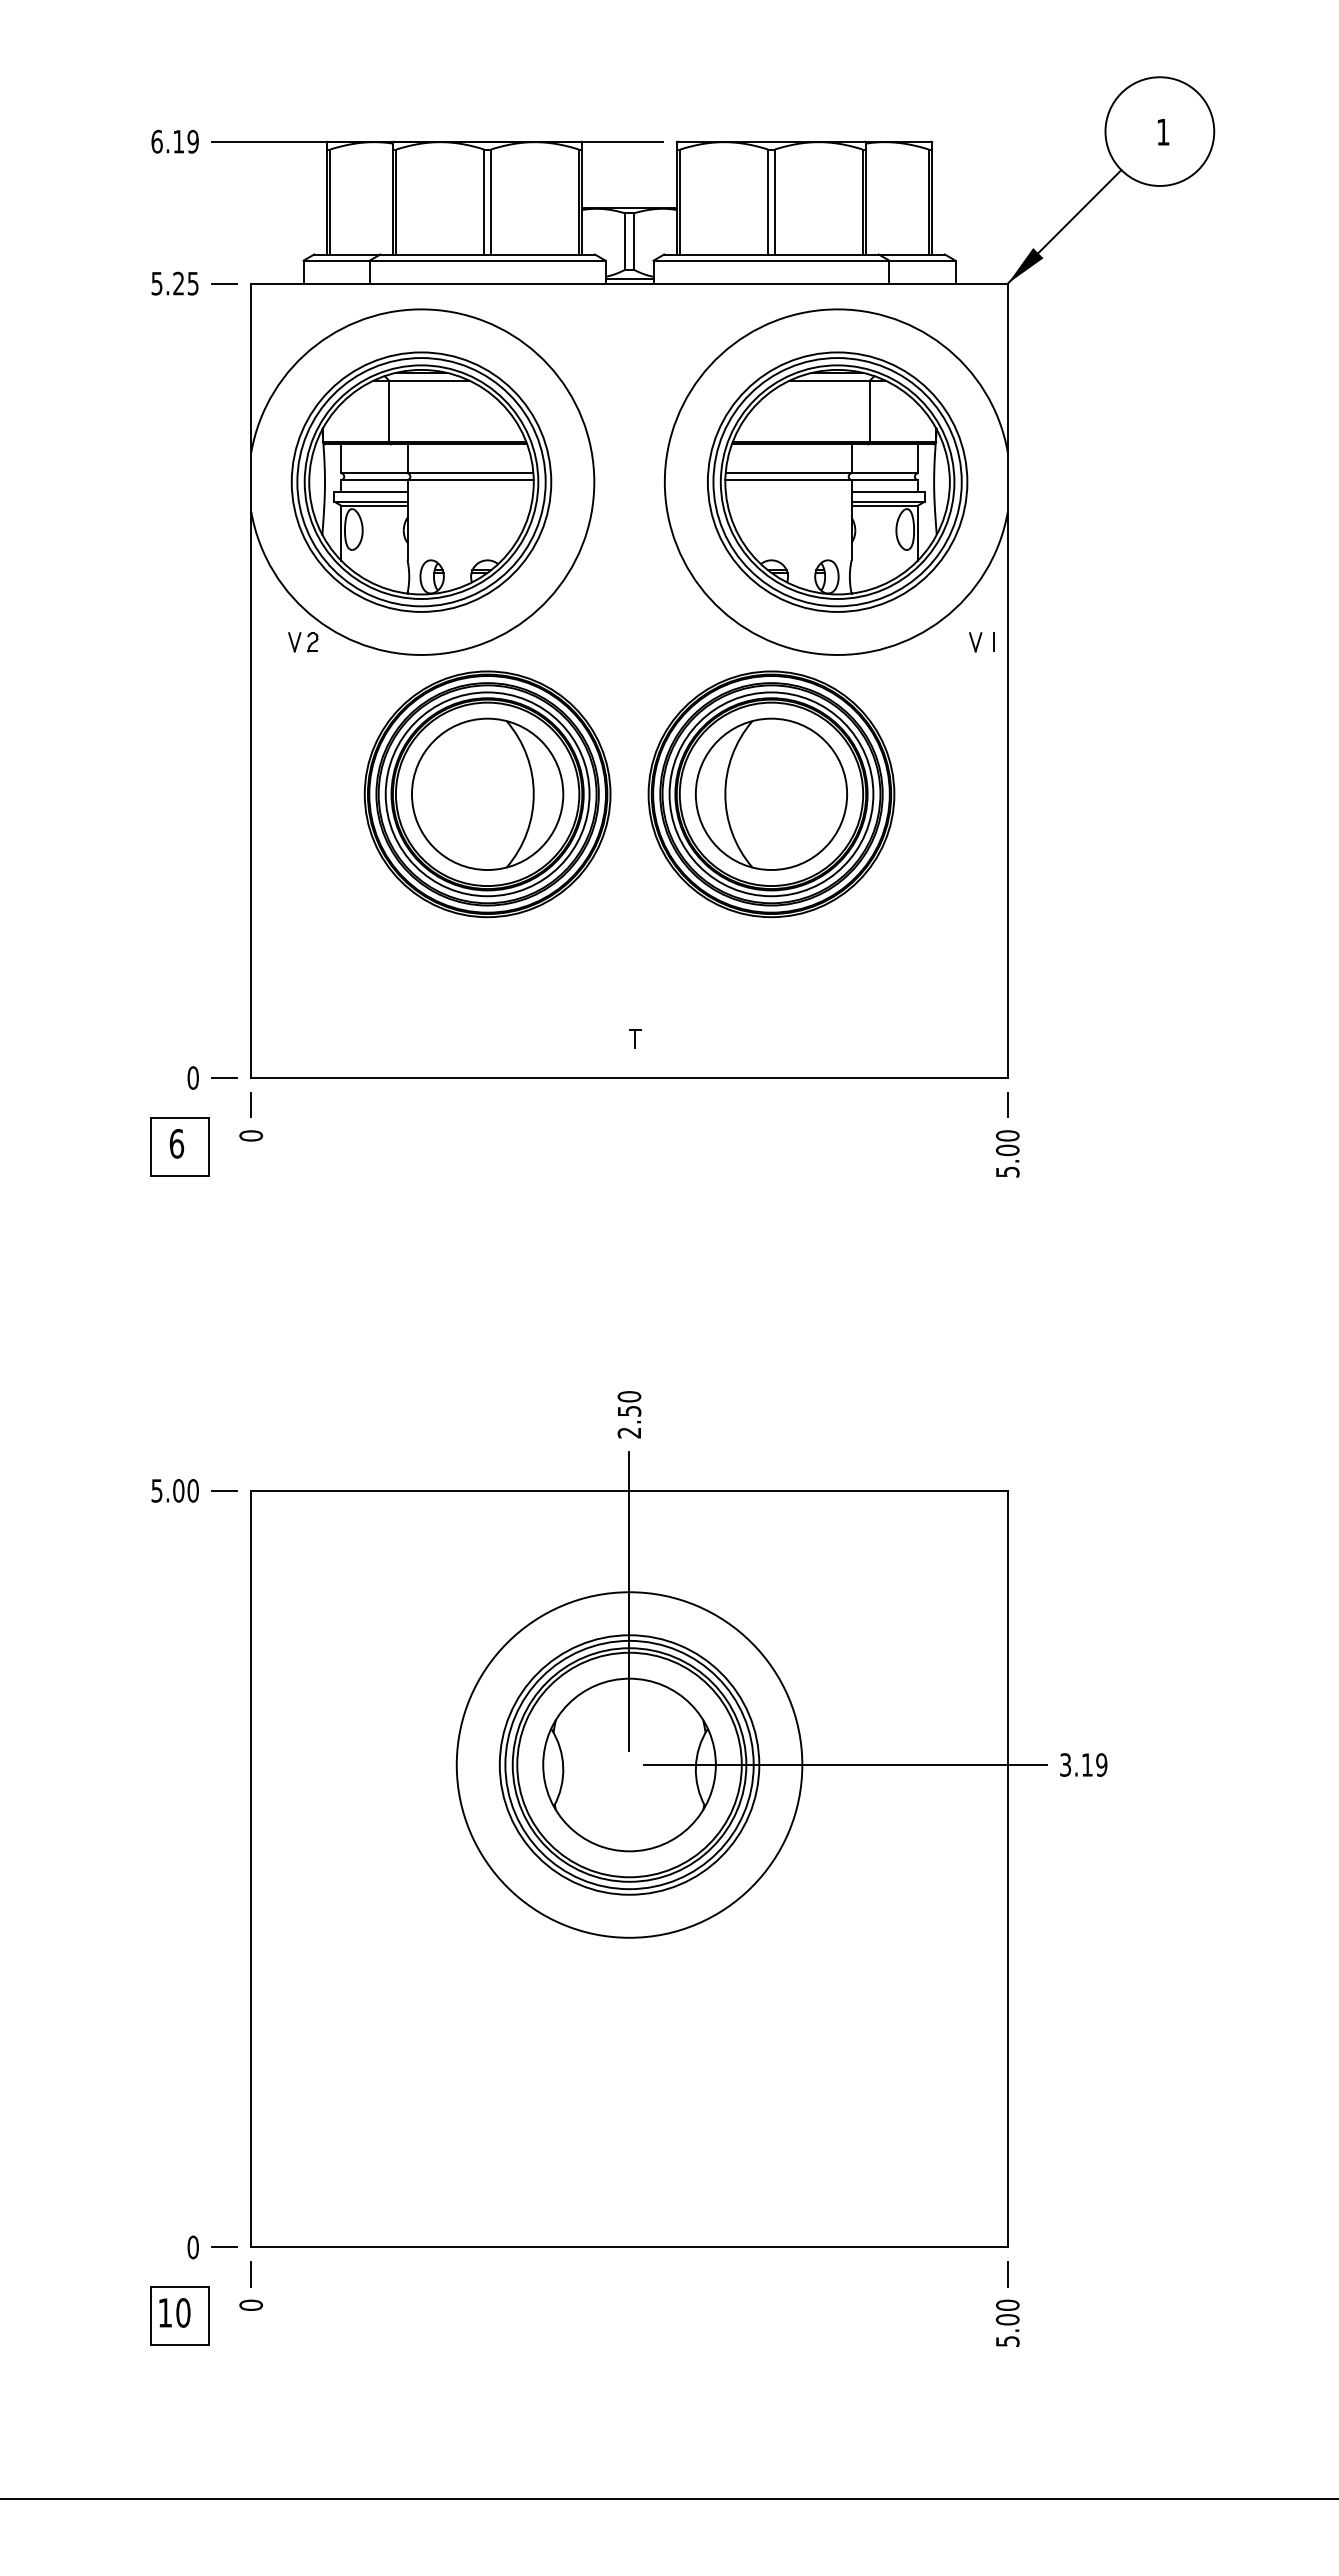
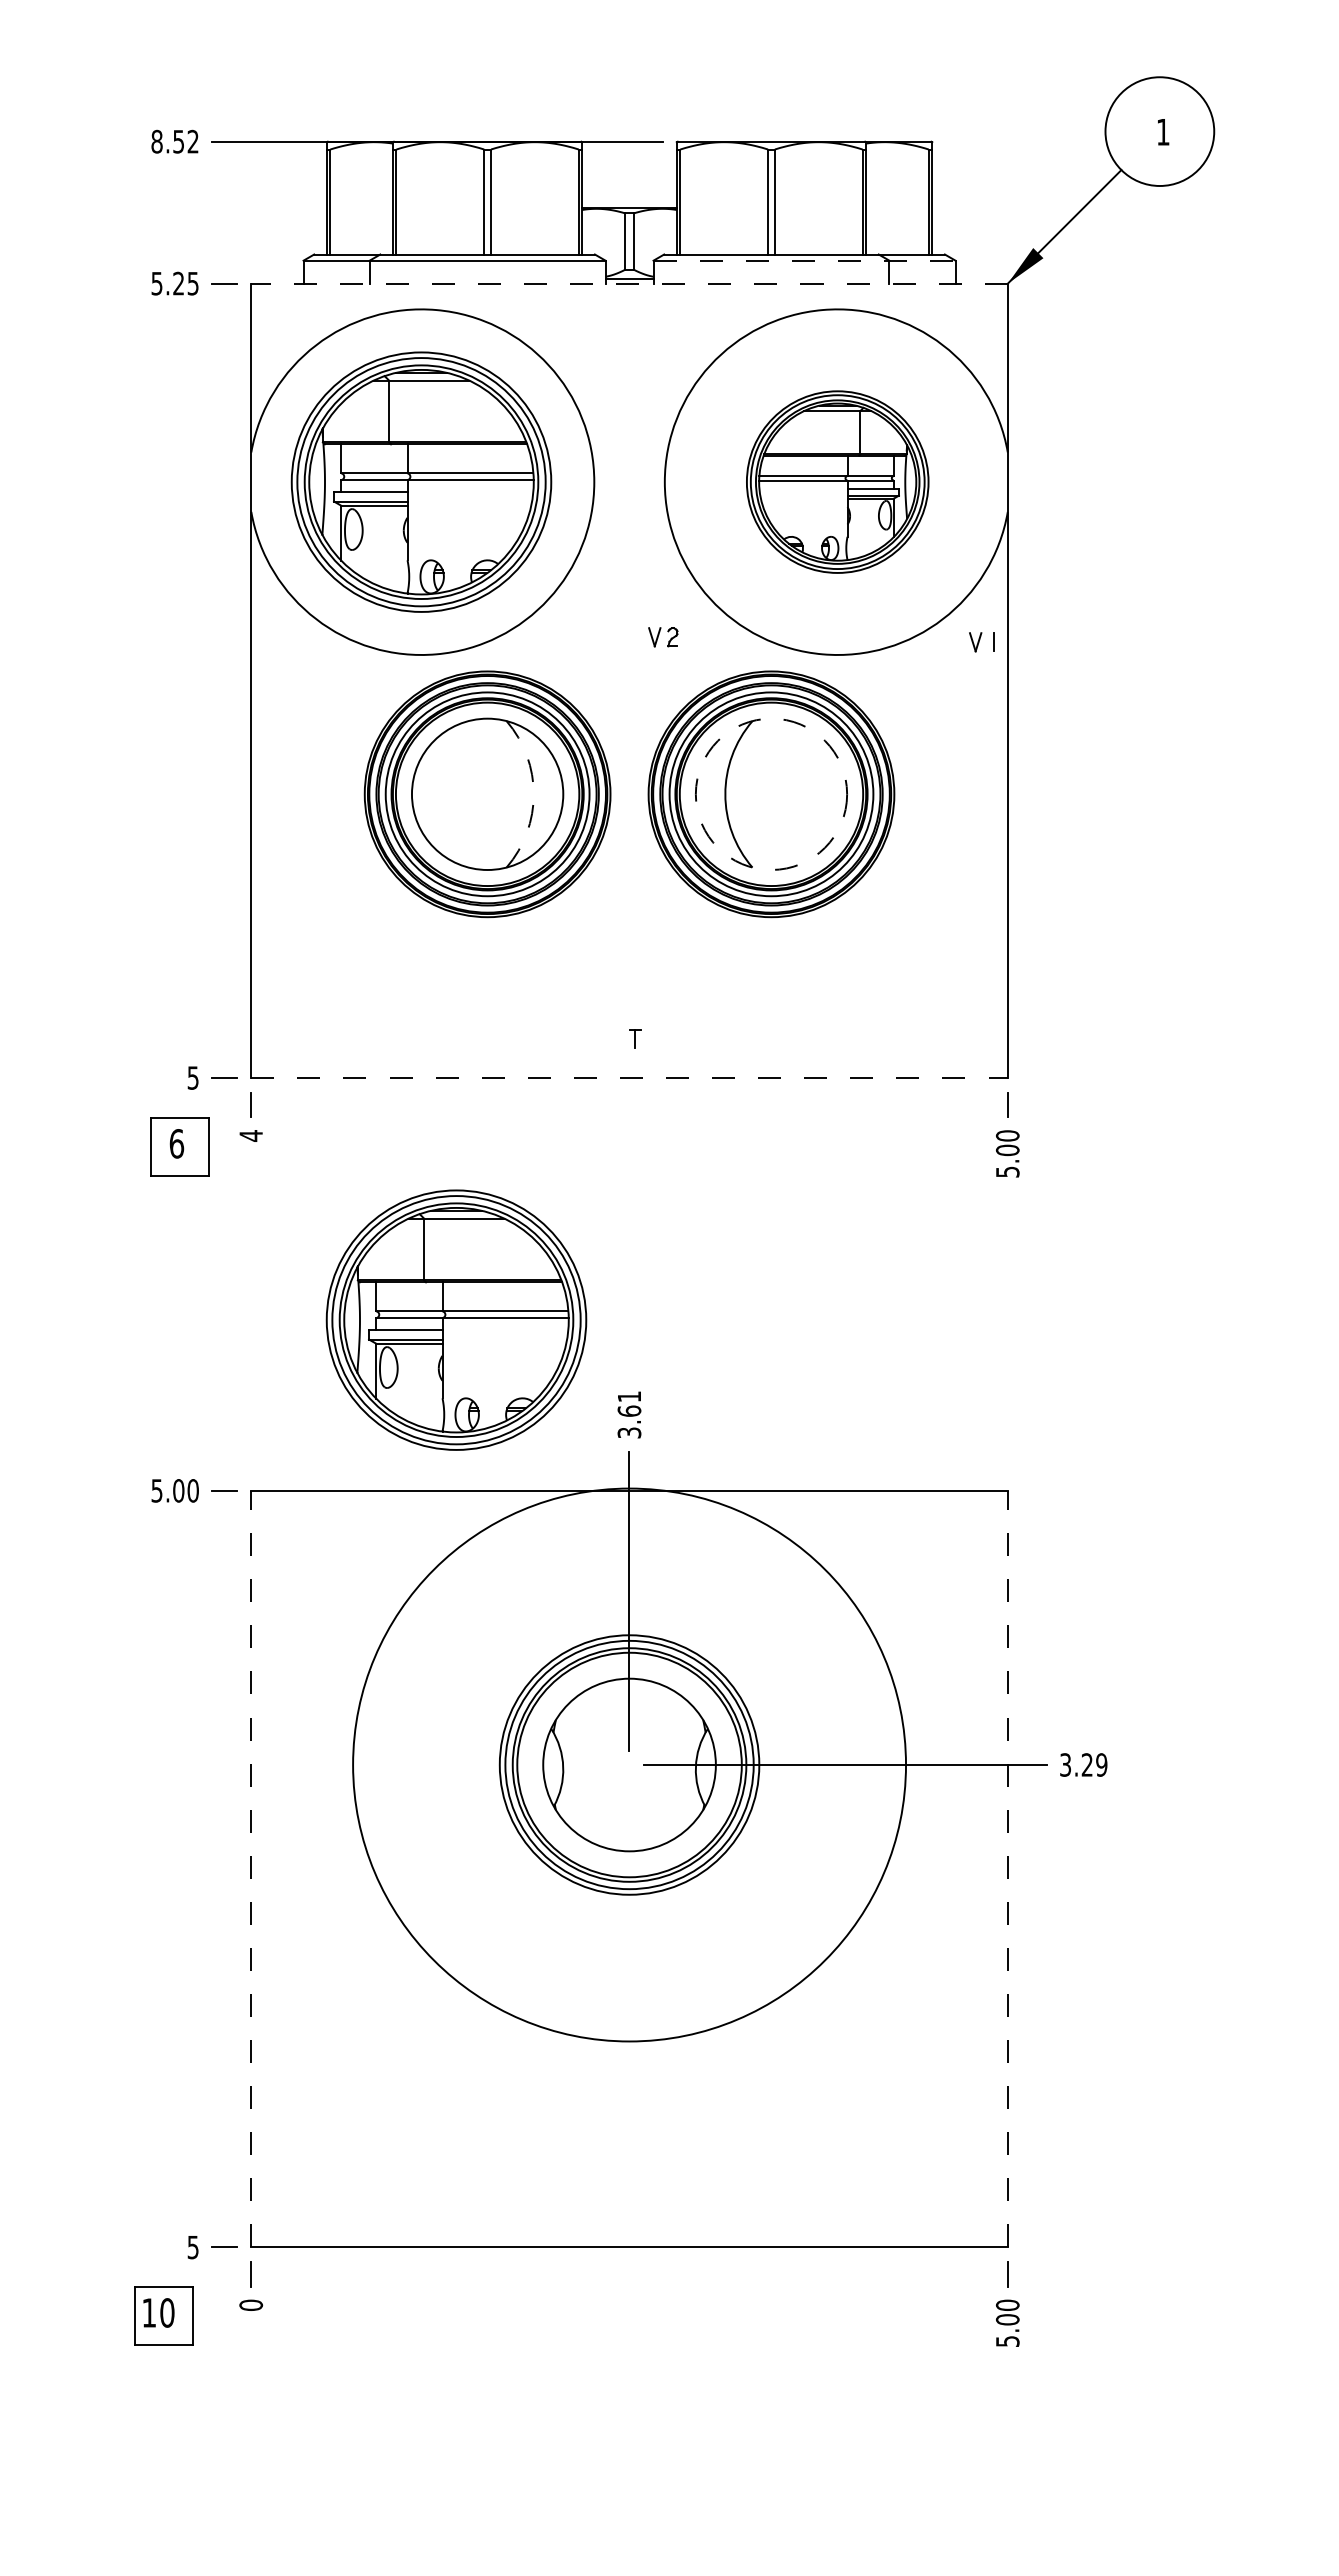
text at (174, 141): 6.19 -> 8.52
line at (805, 260): solid -> dashed
line at (629, 283): solid -> dashed
part at (837, 481) size: 262x262 px -> 184x184 px
part at (303, 642) position: (303, 642) -> (663, 637)
arc at (533, 794): solid -> dashed
circle at (771, 794): solid -> dashed
text at (192, 1077): 0 -> 5
line at (630, 1078): solid -> dashed
text at (251, 1135): 0 -> 4
part at (456, 1319): none -> present
text at (629, 1414): 2.50 -> 3.61
circle at (629, 1764) diameter: 346 px -> 553 px
text at (1086, 1764): 3.19 -> 3.29
line at (251, 1868): solid -> dashed
line at (1007, 1868): solid -> dashed
text at (192, 2247): 0 -> 5
part at (179, 2315) position: (179, 2315) -> (163, 2315)
line at (668, 2498): present -> none
